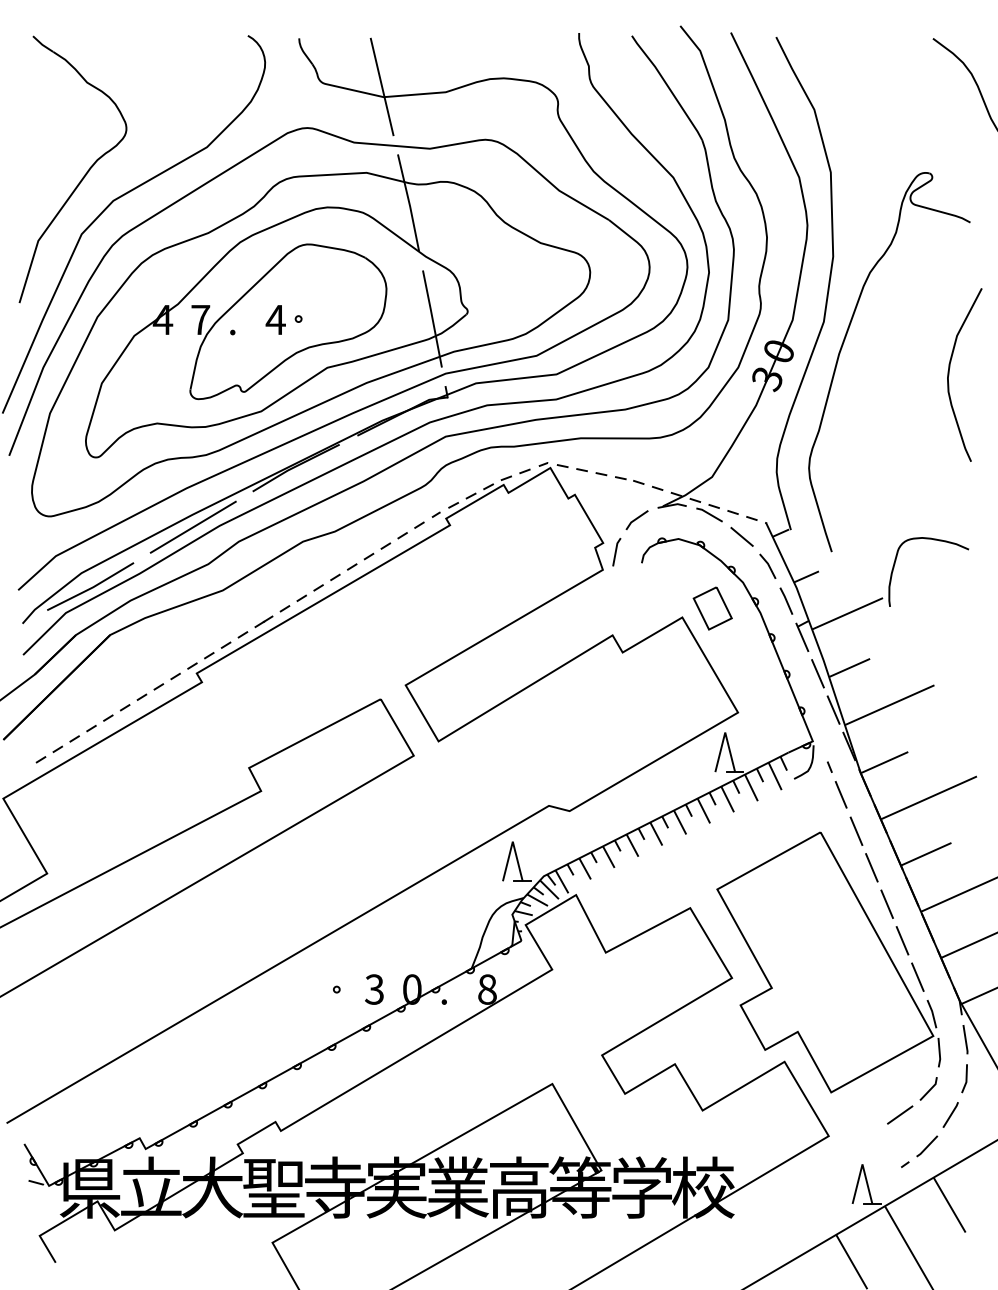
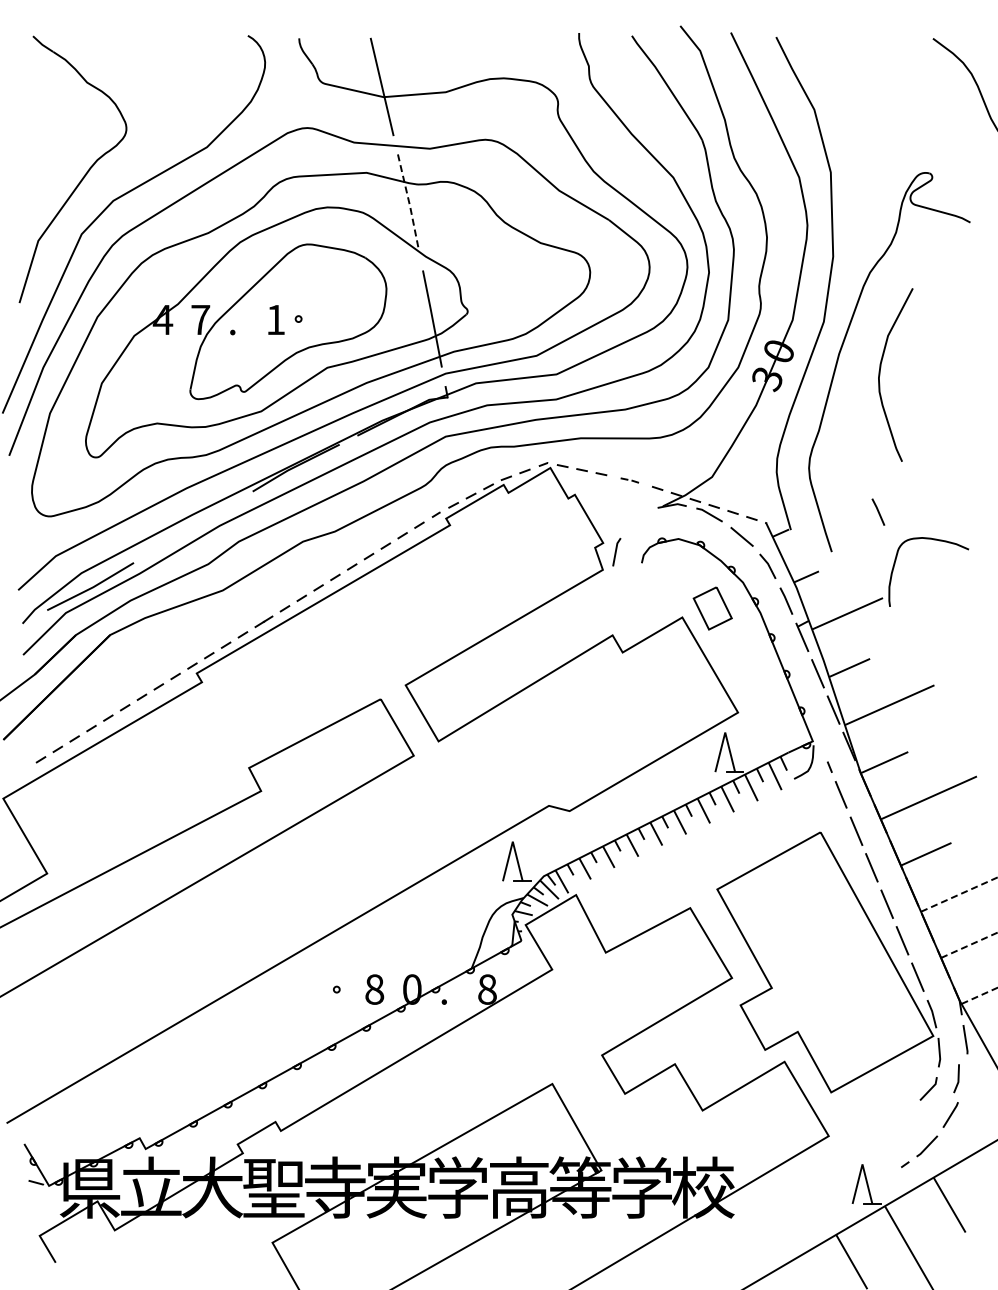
line at (409, 203): solid -> dashed
text at (275, 319): 4 -> 1
curve at (949, 374) position: (949, 374) -> (880, 374)
part at (629, 480) size: 30x9 px -> 20x7 px
line at (878, 511): none -> present
line at (636, 519): present -> none
line at (192, 526): present -> none
line at (959, 894): solid -> dashed
line at (969, 945): solid -> dashed
text at (374, 989): 3 -> 8
line at (979, 995): solid -> dashed
line at (965, 1078) position: (965, 1078) -> (957, 1078)
line at (900, 1114): present -> none
text at (457, 1187): 業 -> 学
